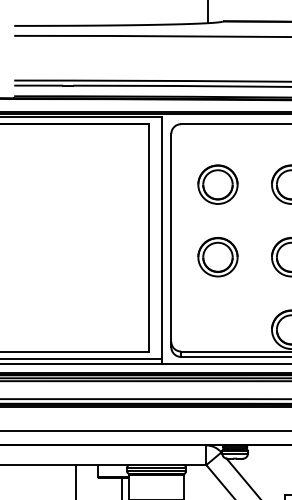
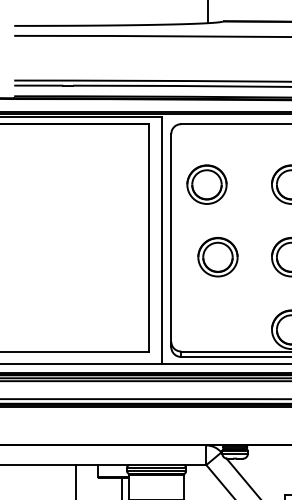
part at (217, 184) position: (217, 184) -> (206, 184)
line at (81, 358): present -> none
line at (145, 430): present -> none
